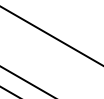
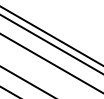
line at (51, 44): none -> present
line at (51, 63): none -> present
